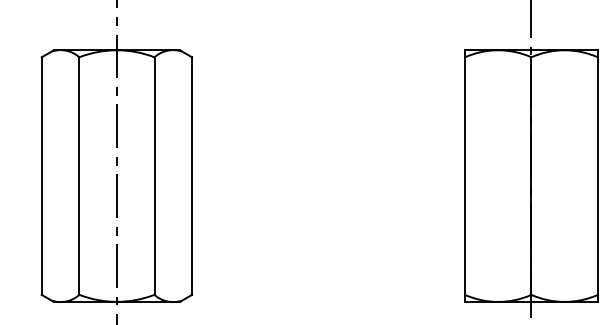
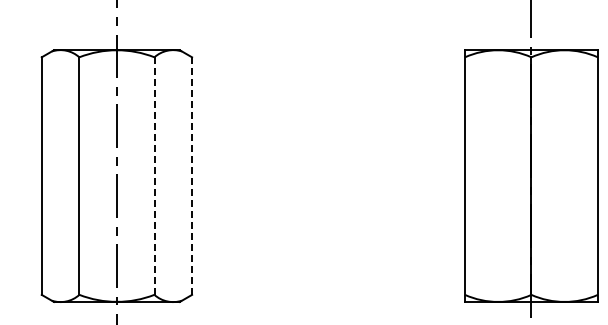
line at (154, 176): solid -> dashed
line at (192, 176): solid -> dashed
